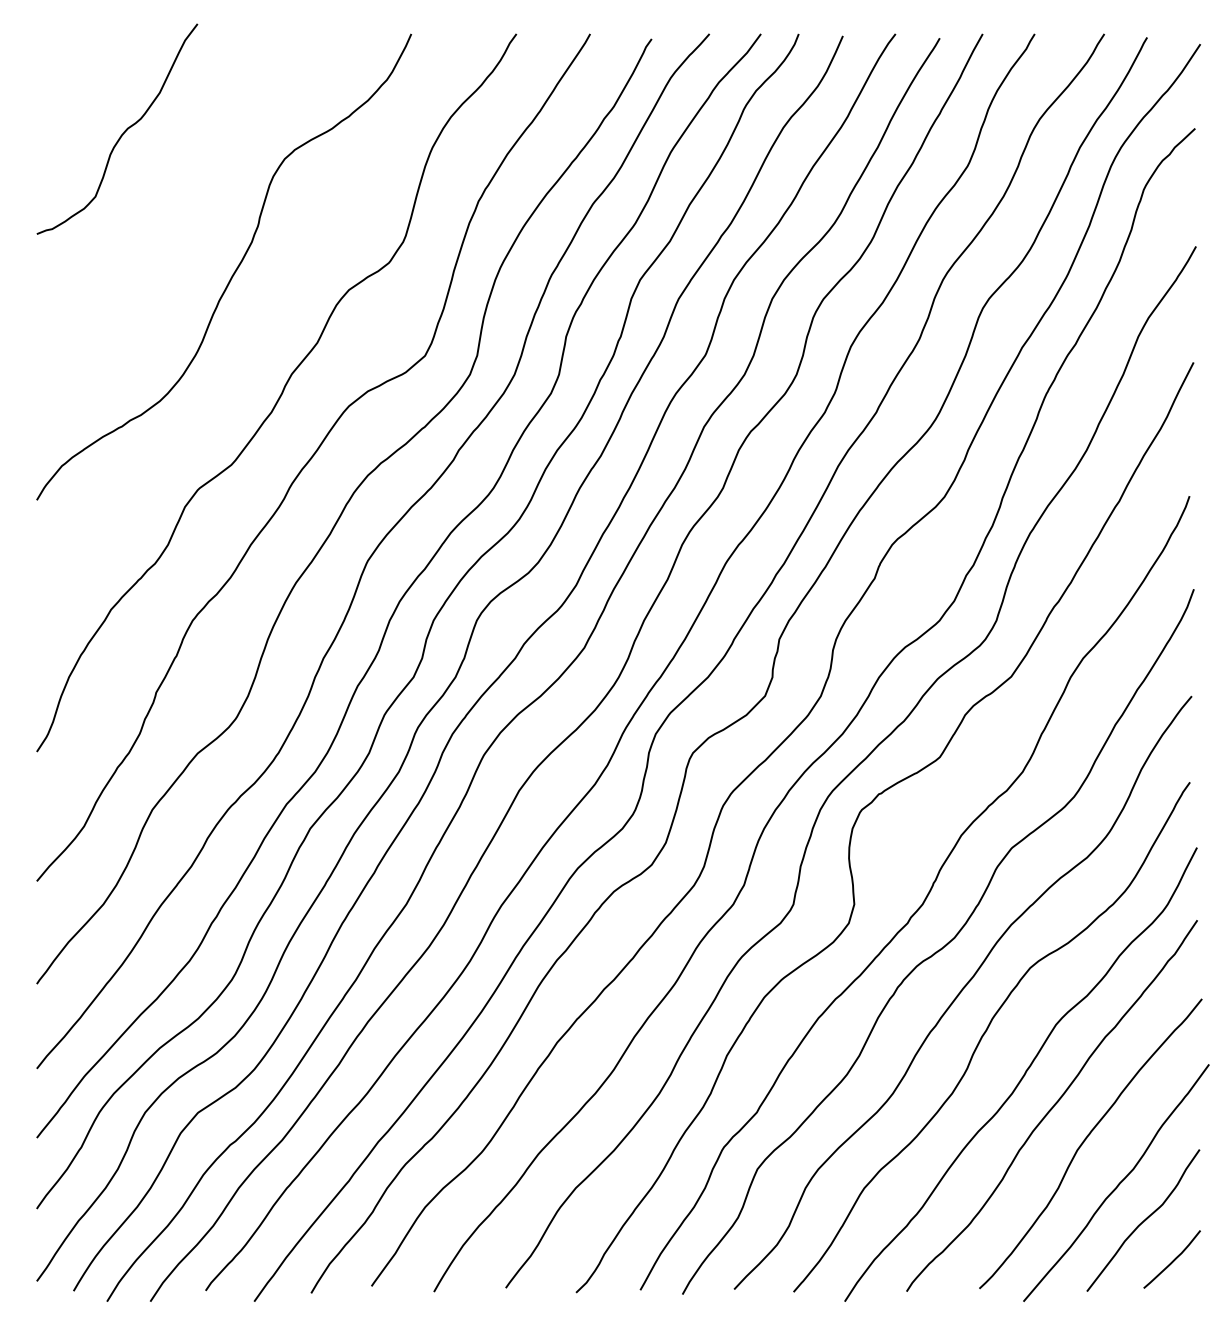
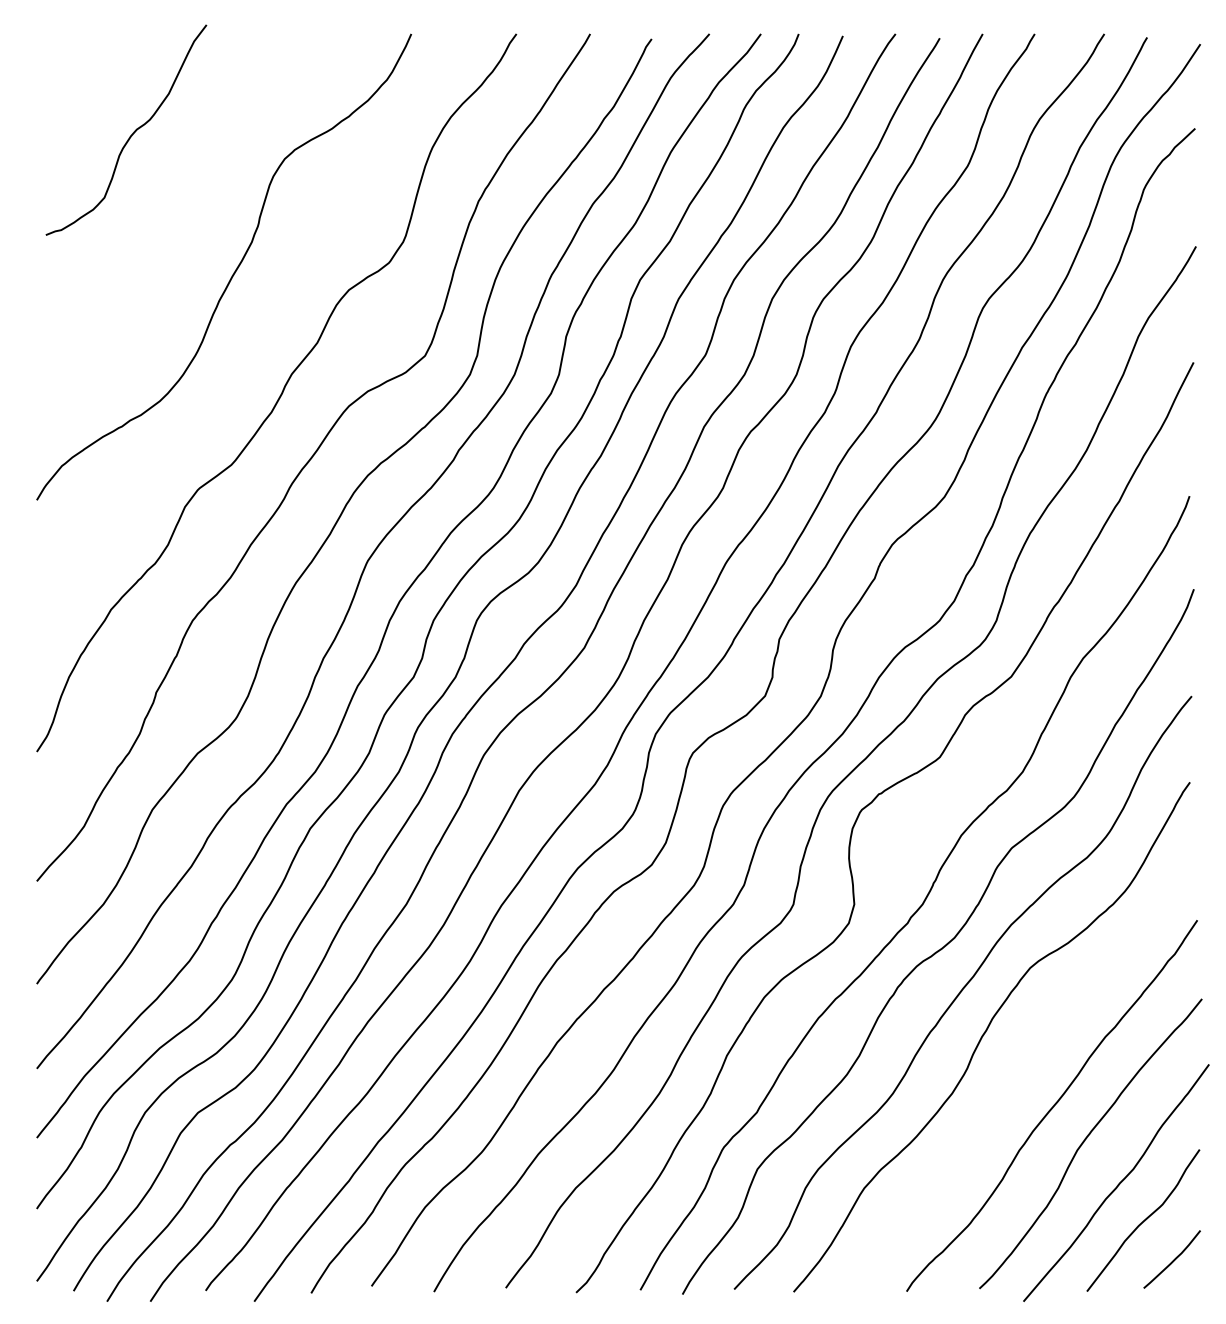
curve at (122, 133) position: (122, 133) -> (131, 134)
curve at (1022, 1076): present -> none
